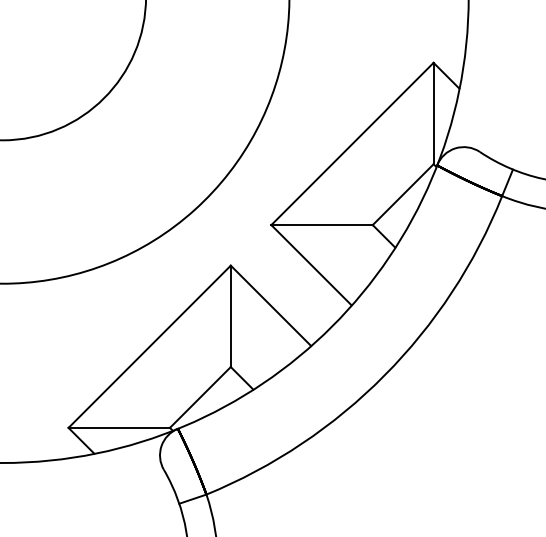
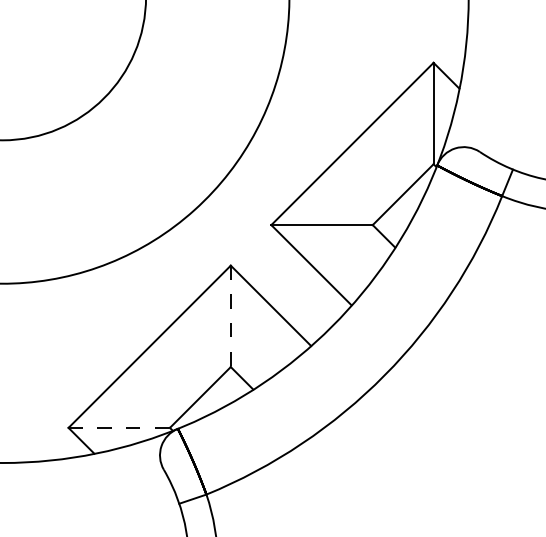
line at (230, 316): solid -> dashed
line at (119, 427): solid -> dashed
